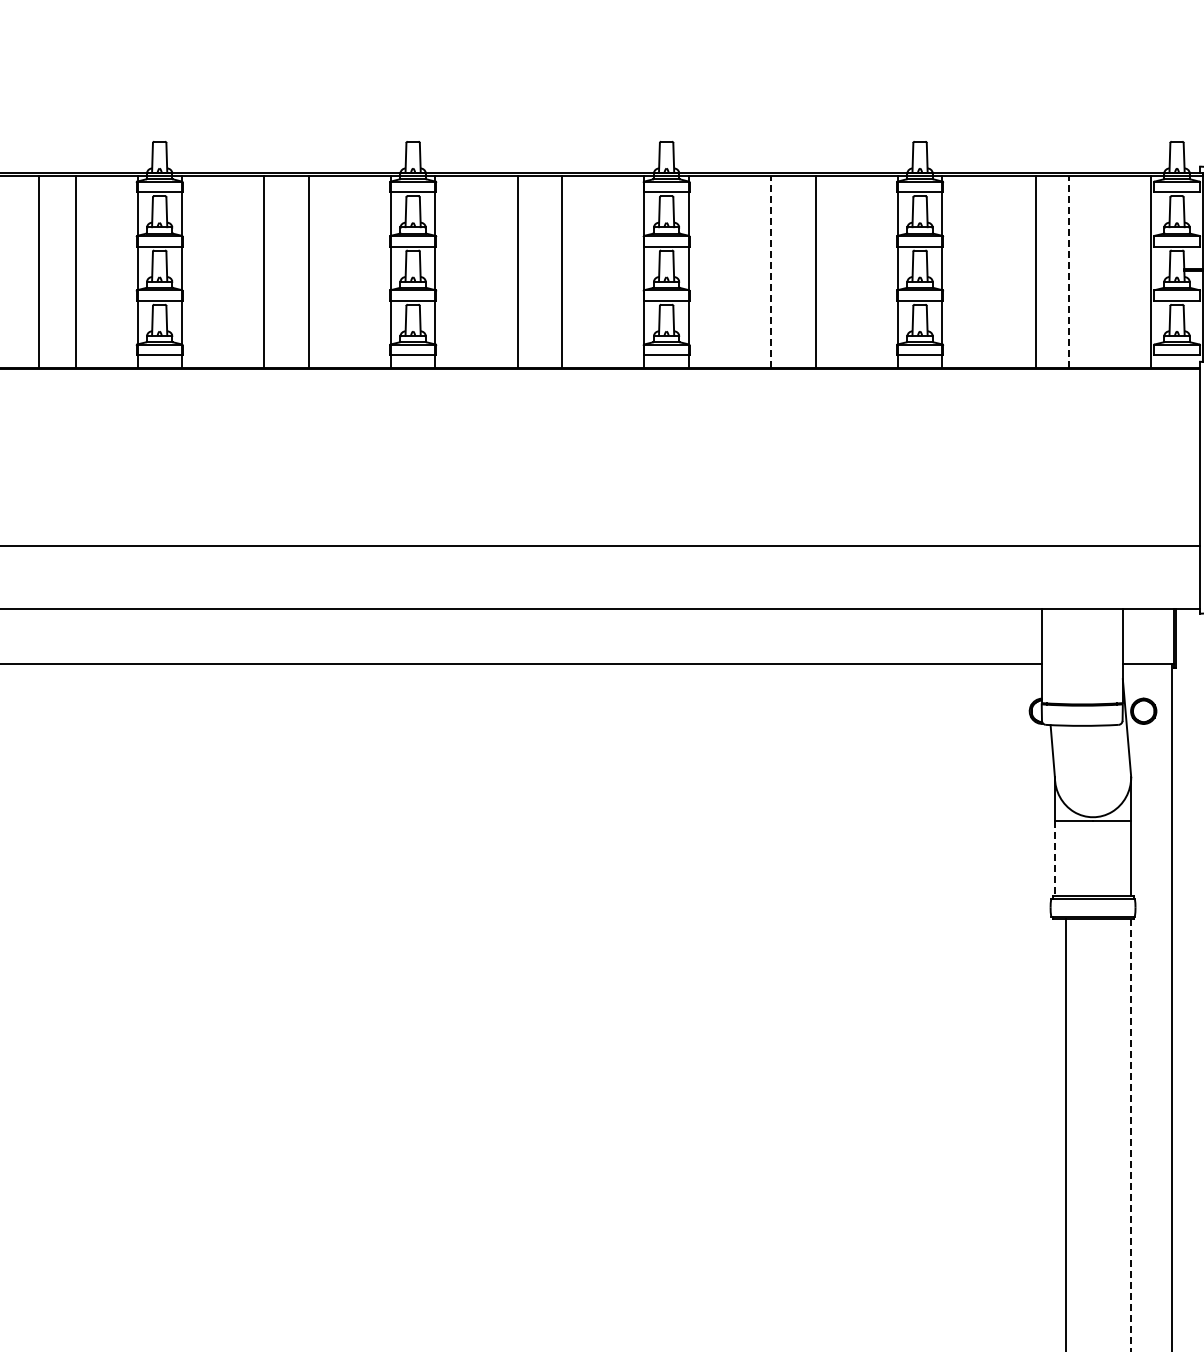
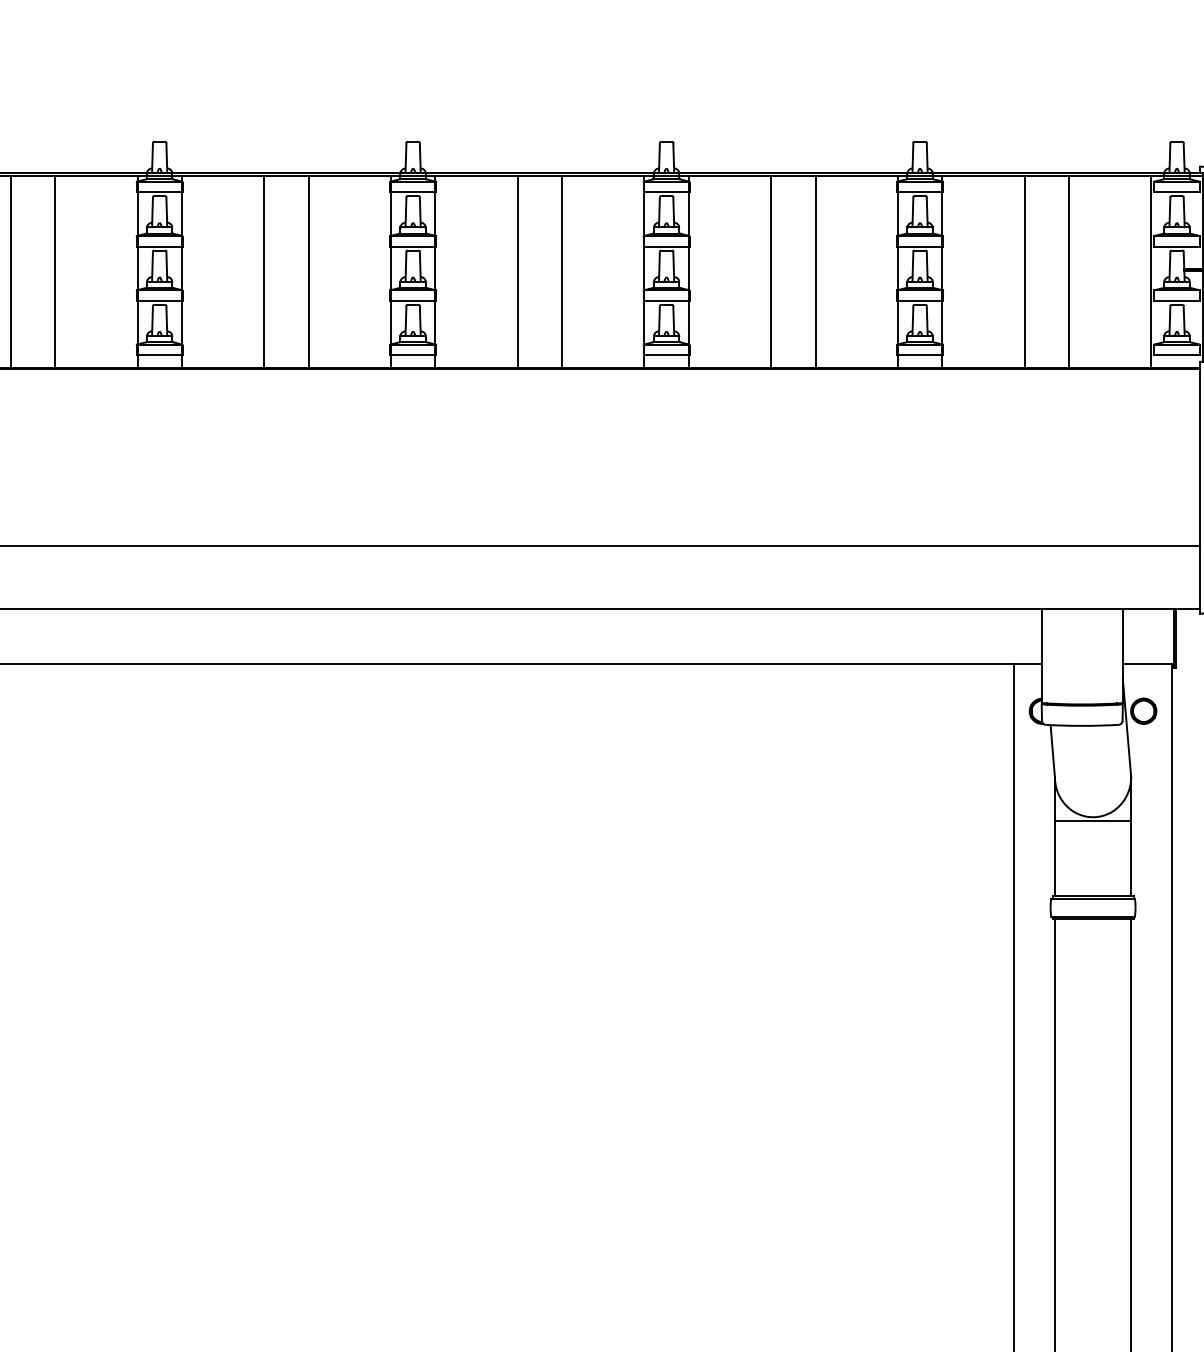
line at (38, 271) position: (38, 271) -> (10, 271)
line at (76, 271) position: (76, 271) -> (55, 271)
line at (771, 271): dashed -> solid
line at (1035, 271) position: (1035, 271) -> (1024, 271)
line at (1068, 271): dashed -> solid
line at (1055, 858): dashed -> solid
line at (1013, 1006): none -> present
line at (1066, 1133) position: (1066, 1133) -> (1055, 1133)
line at (1131, 1135): dashed -> solid
